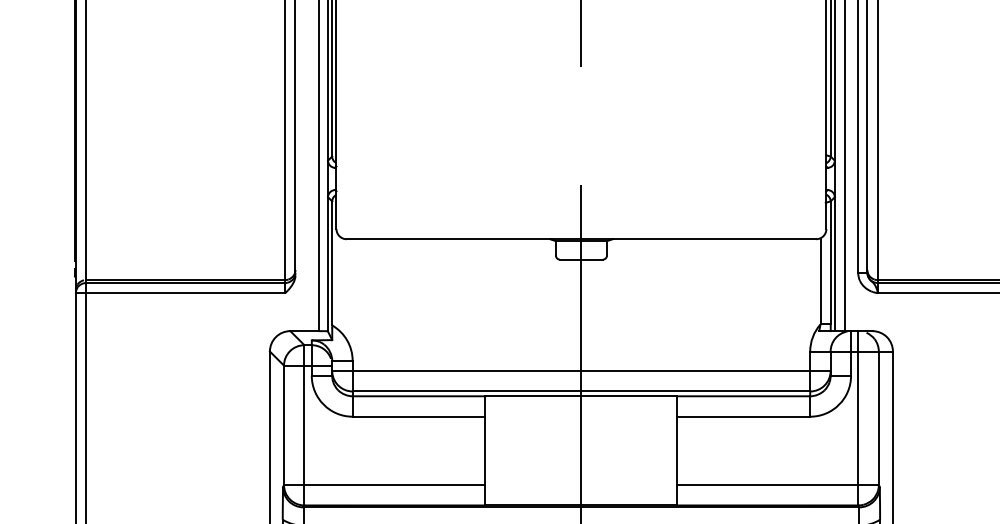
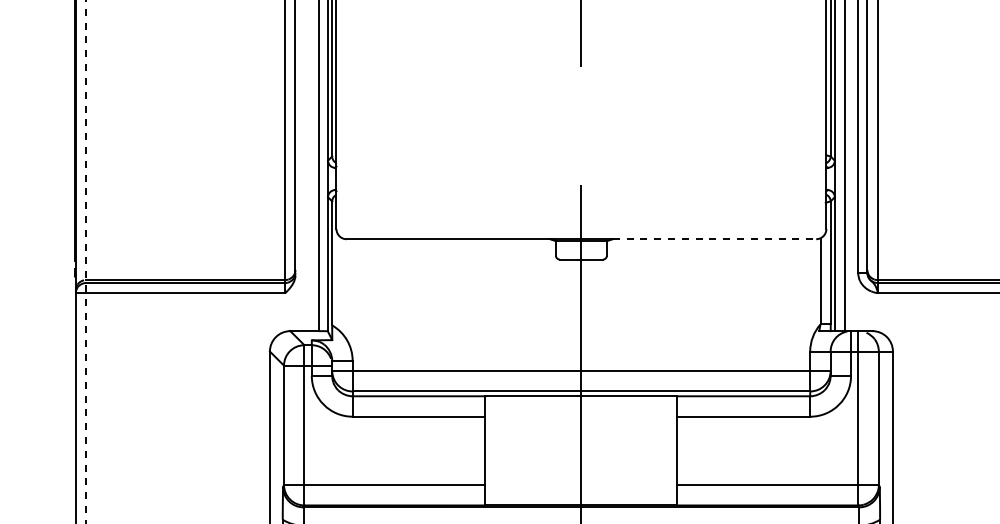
line at (714, 239): solid -> dashed
line at (86, 261): solid -> dashed
